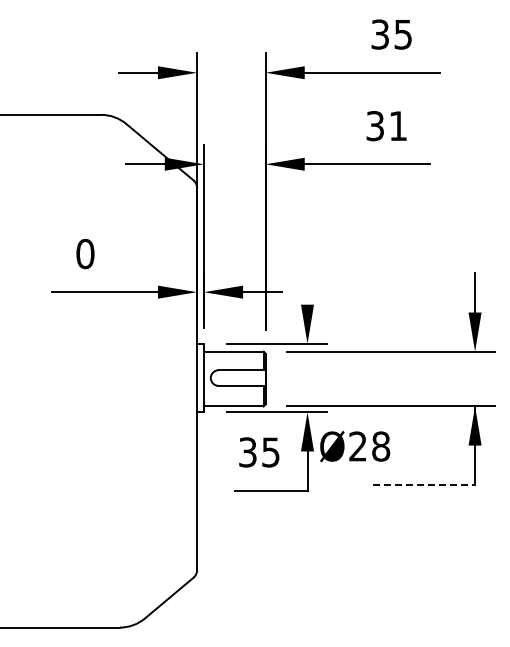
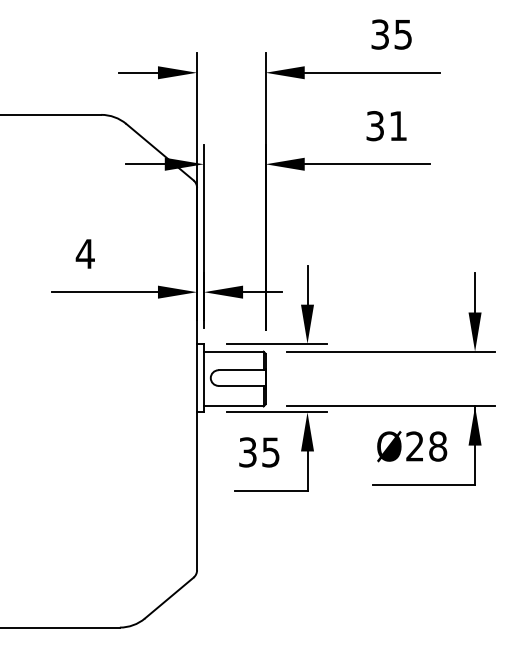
text at (84, 253): 0 -> 4
line at (307, 284): none -> present
text at (355, 446) position: (355, 446) -> (412, 446)
line at (424, 484): dashed -> solid
